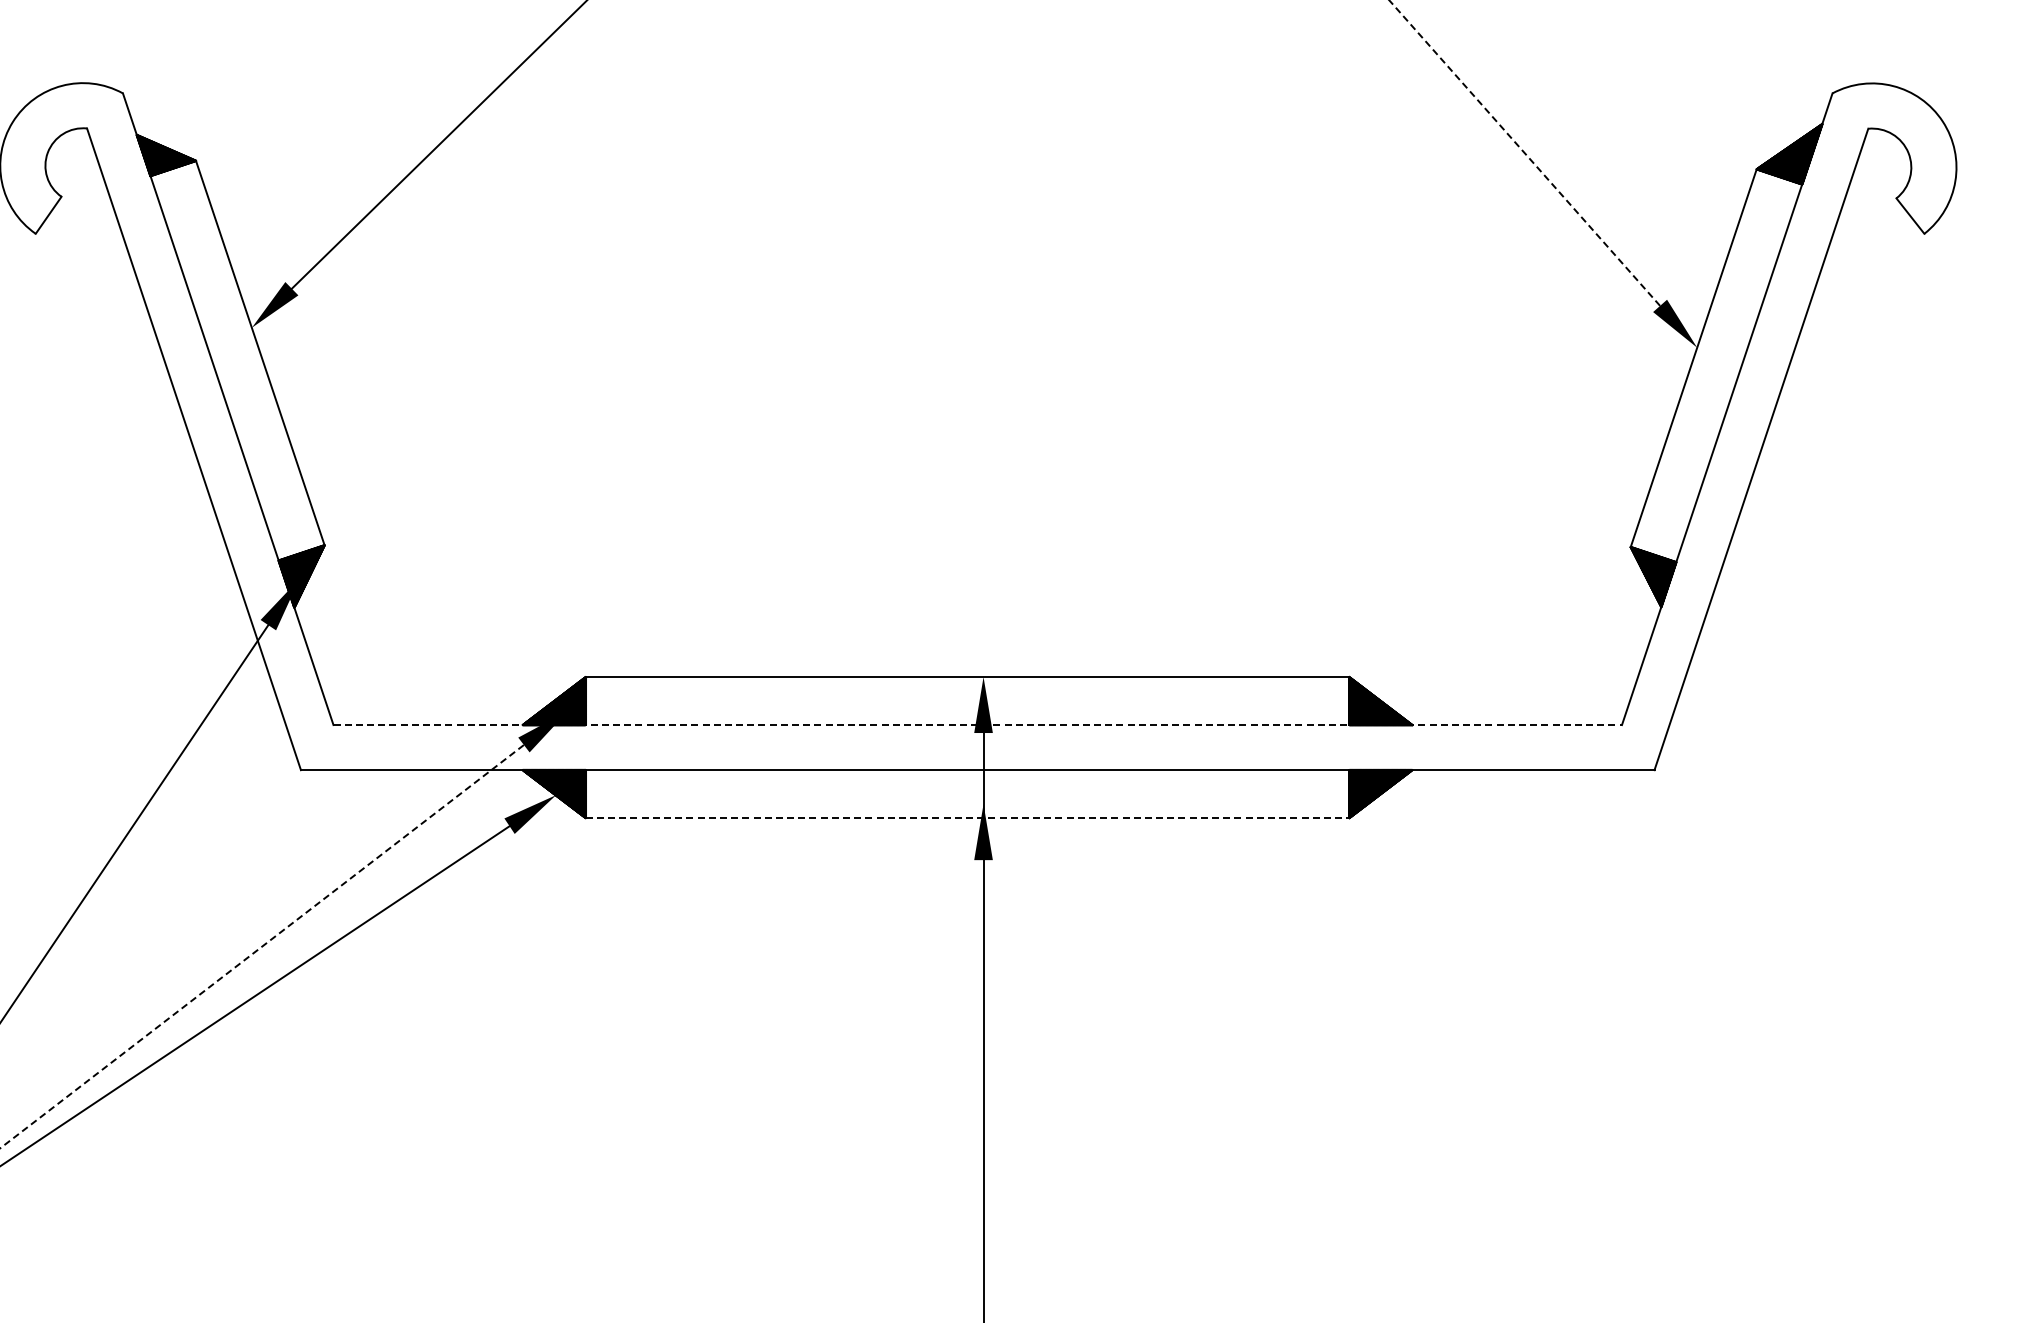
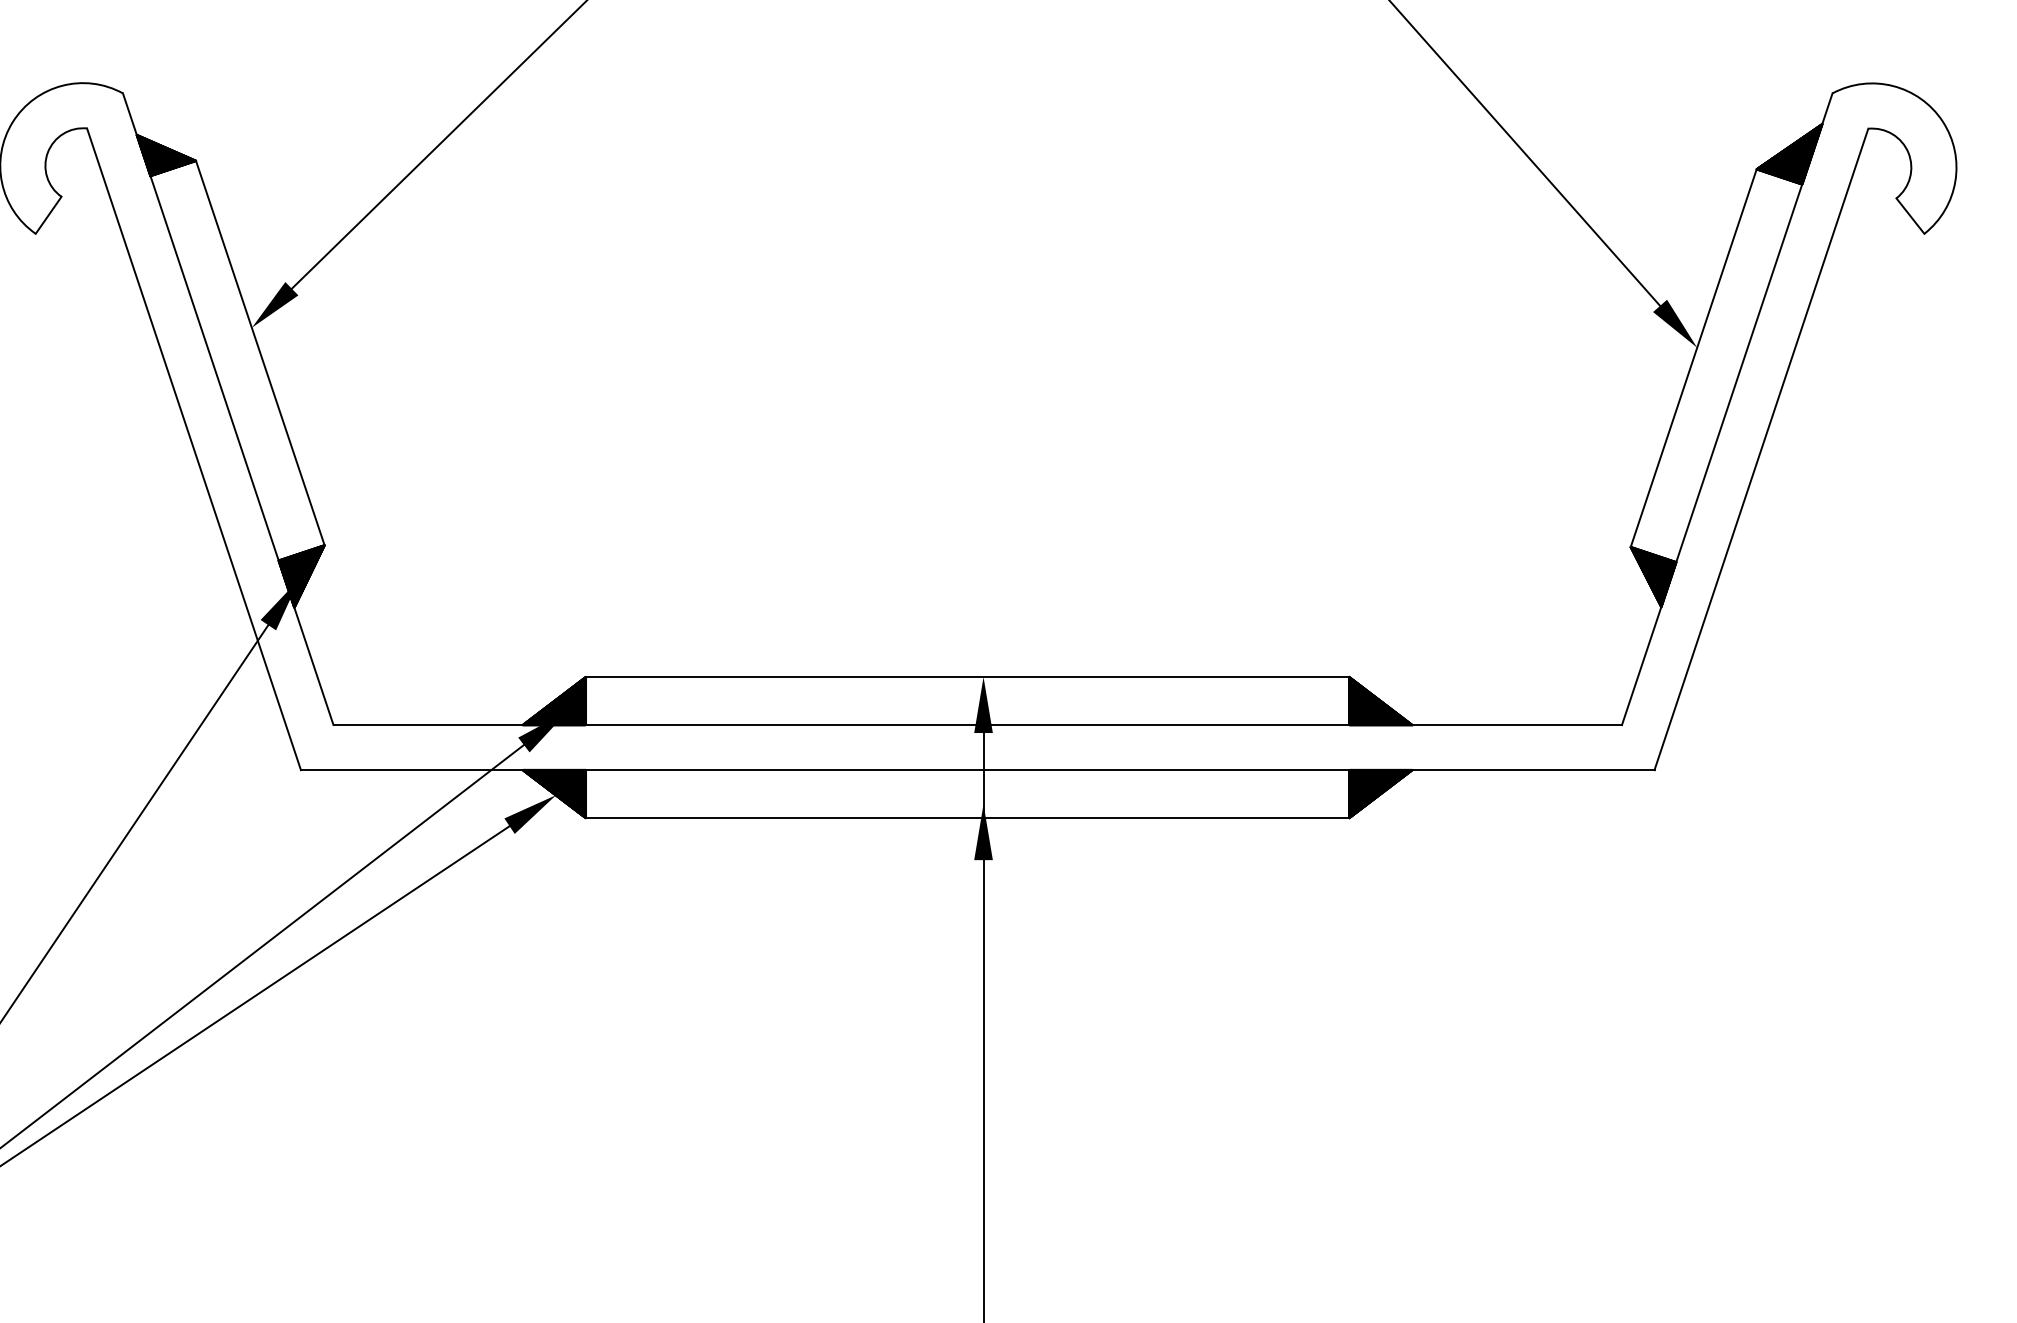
line at (1524, 152): dashed -> solid
line at (978, 725): dashed -> solid
line at (967, 818): dashed -> solid
line at (261, 946): dashed -> solid
